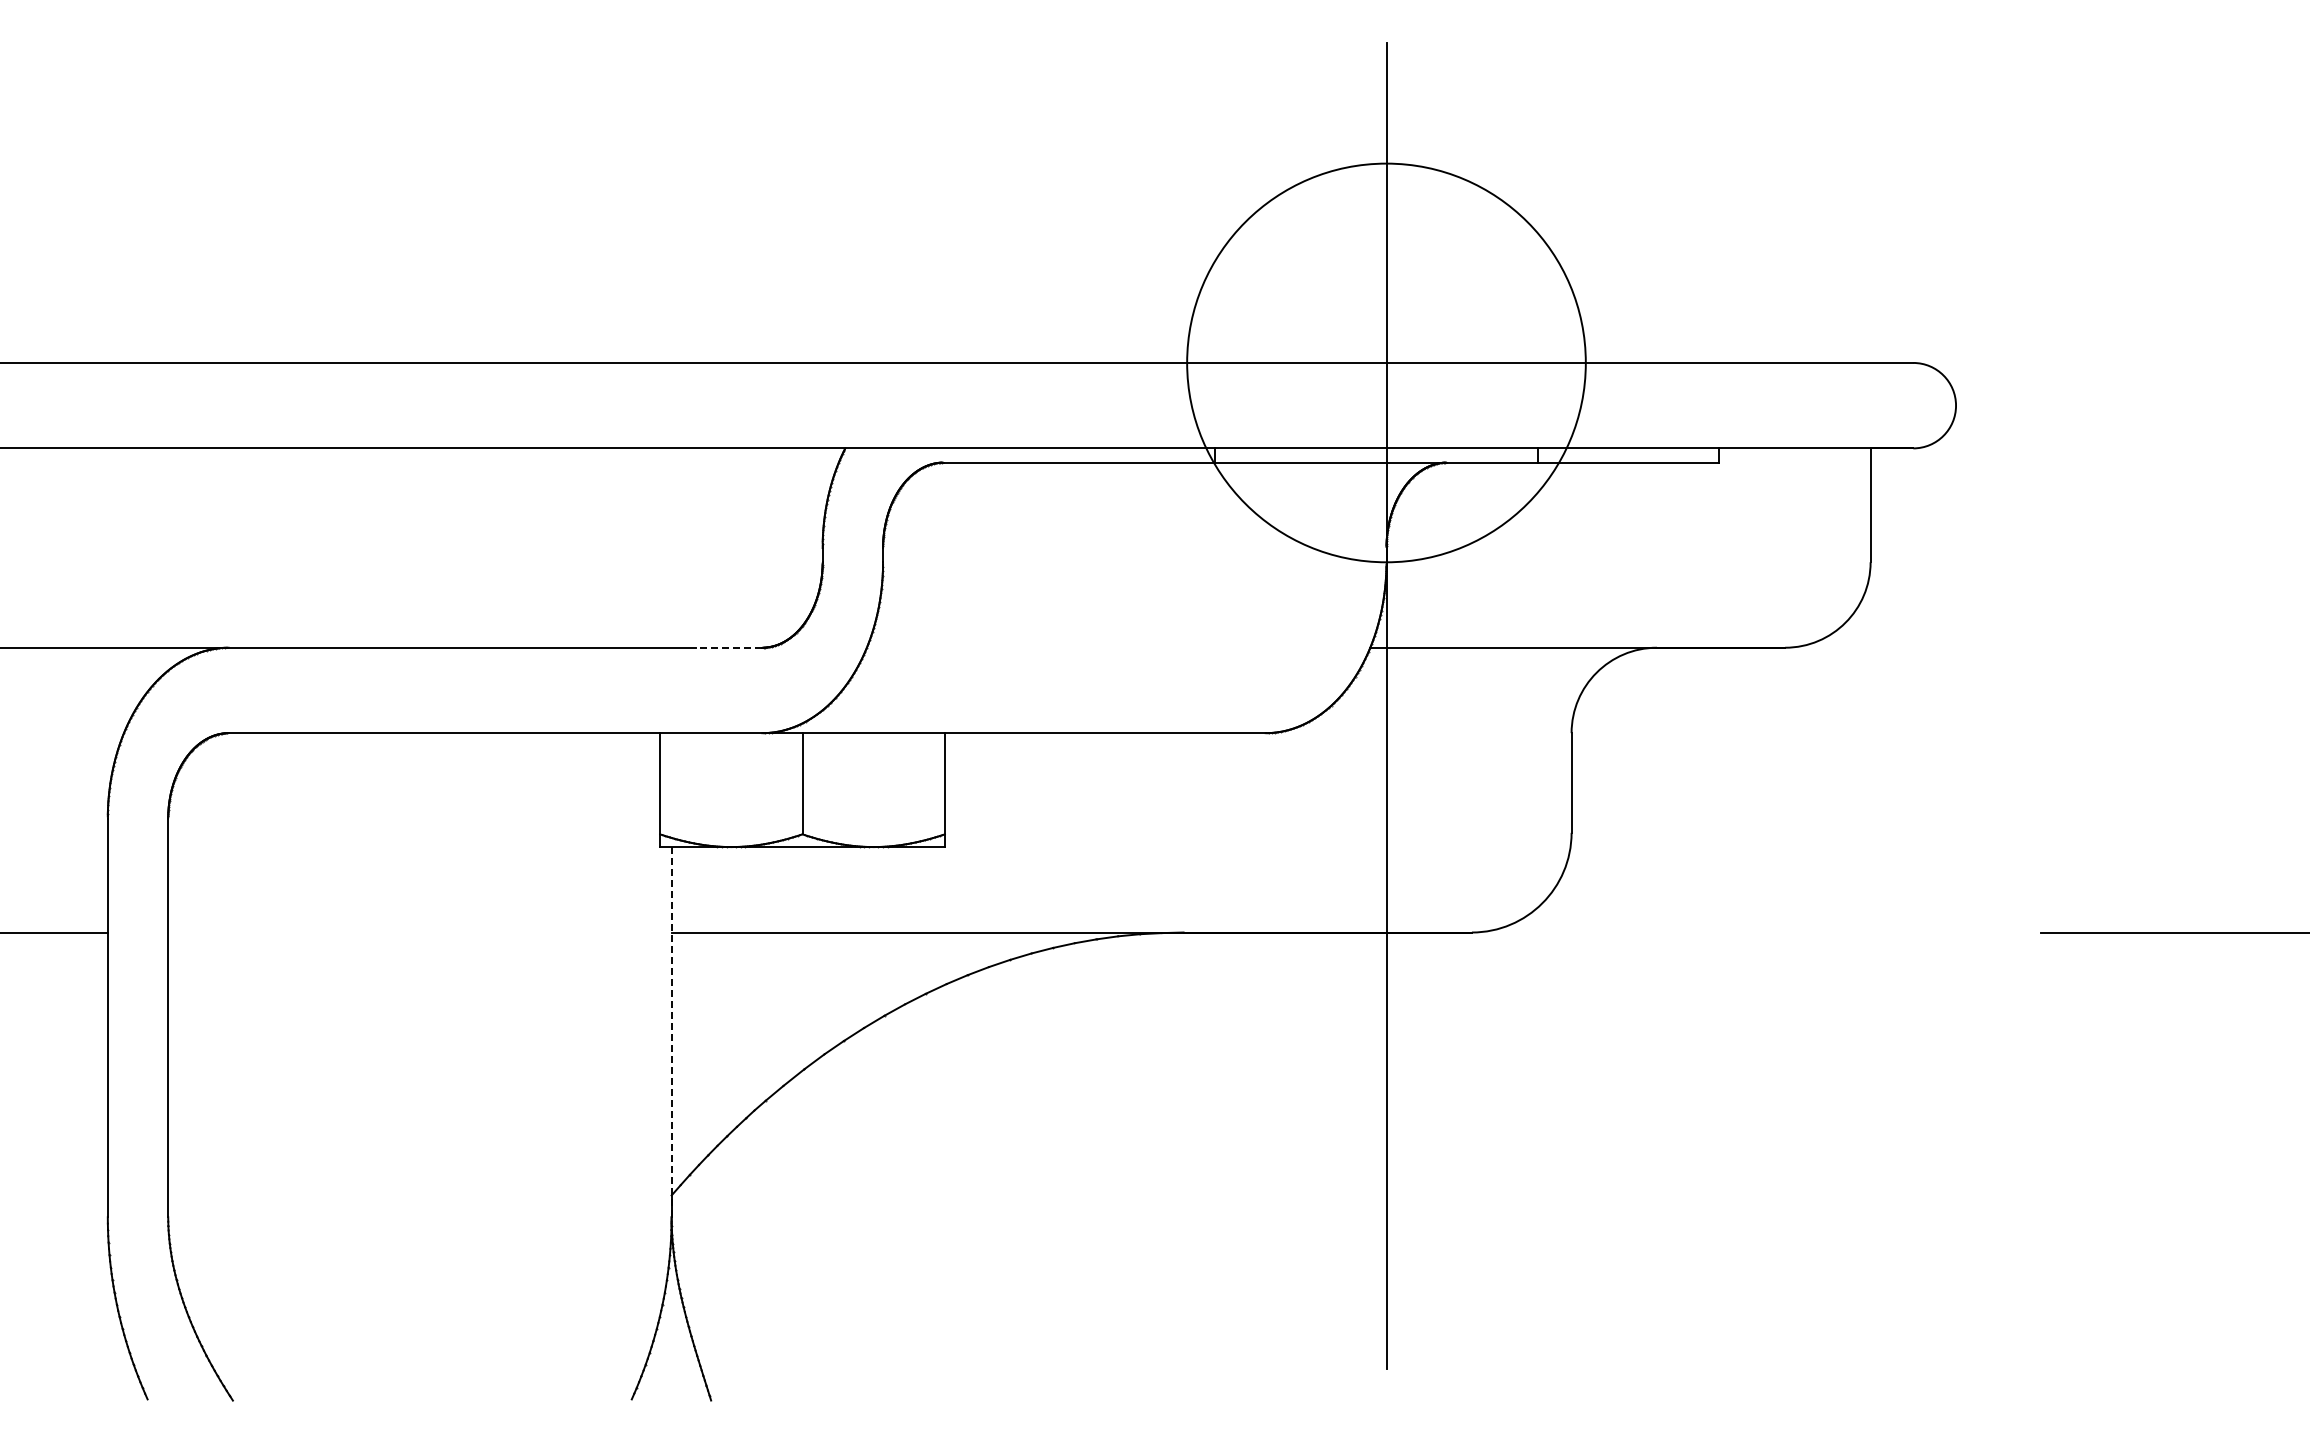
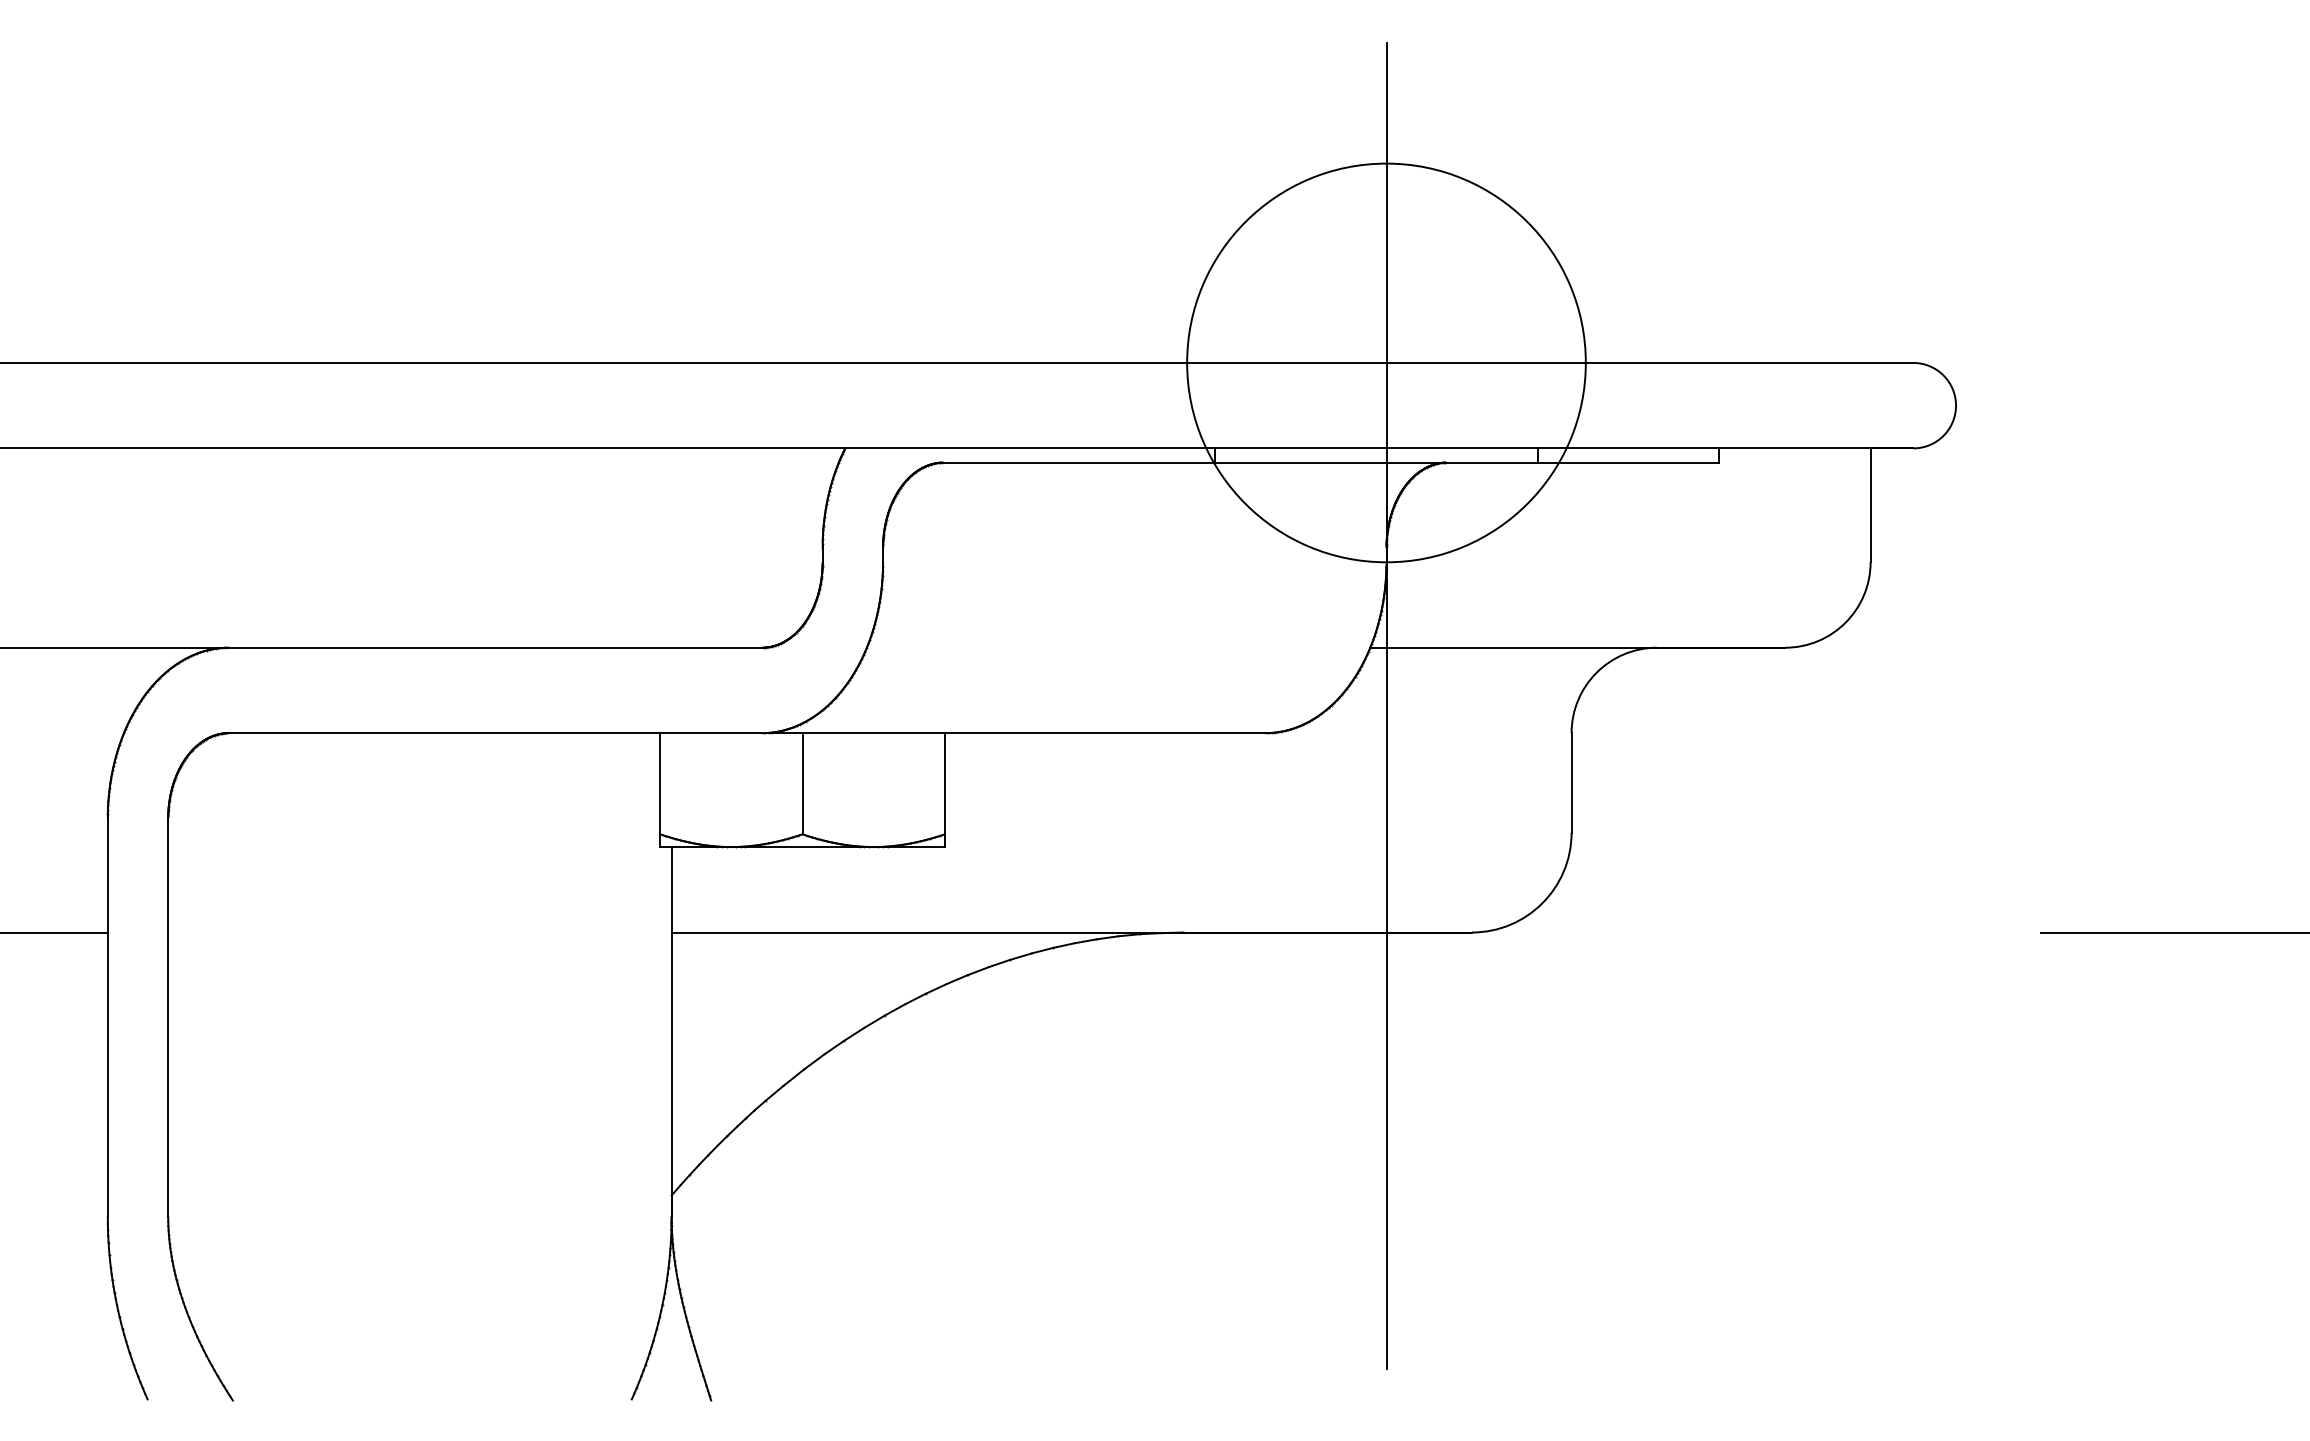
line at (728, 647): dashed -> solid
line at (671, 1031): dashed -> solid
